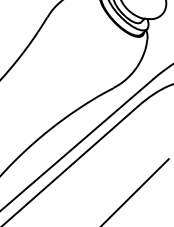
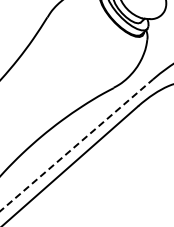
line at (76, 145): solid -> dashed
line at (136, 191): present -> none
